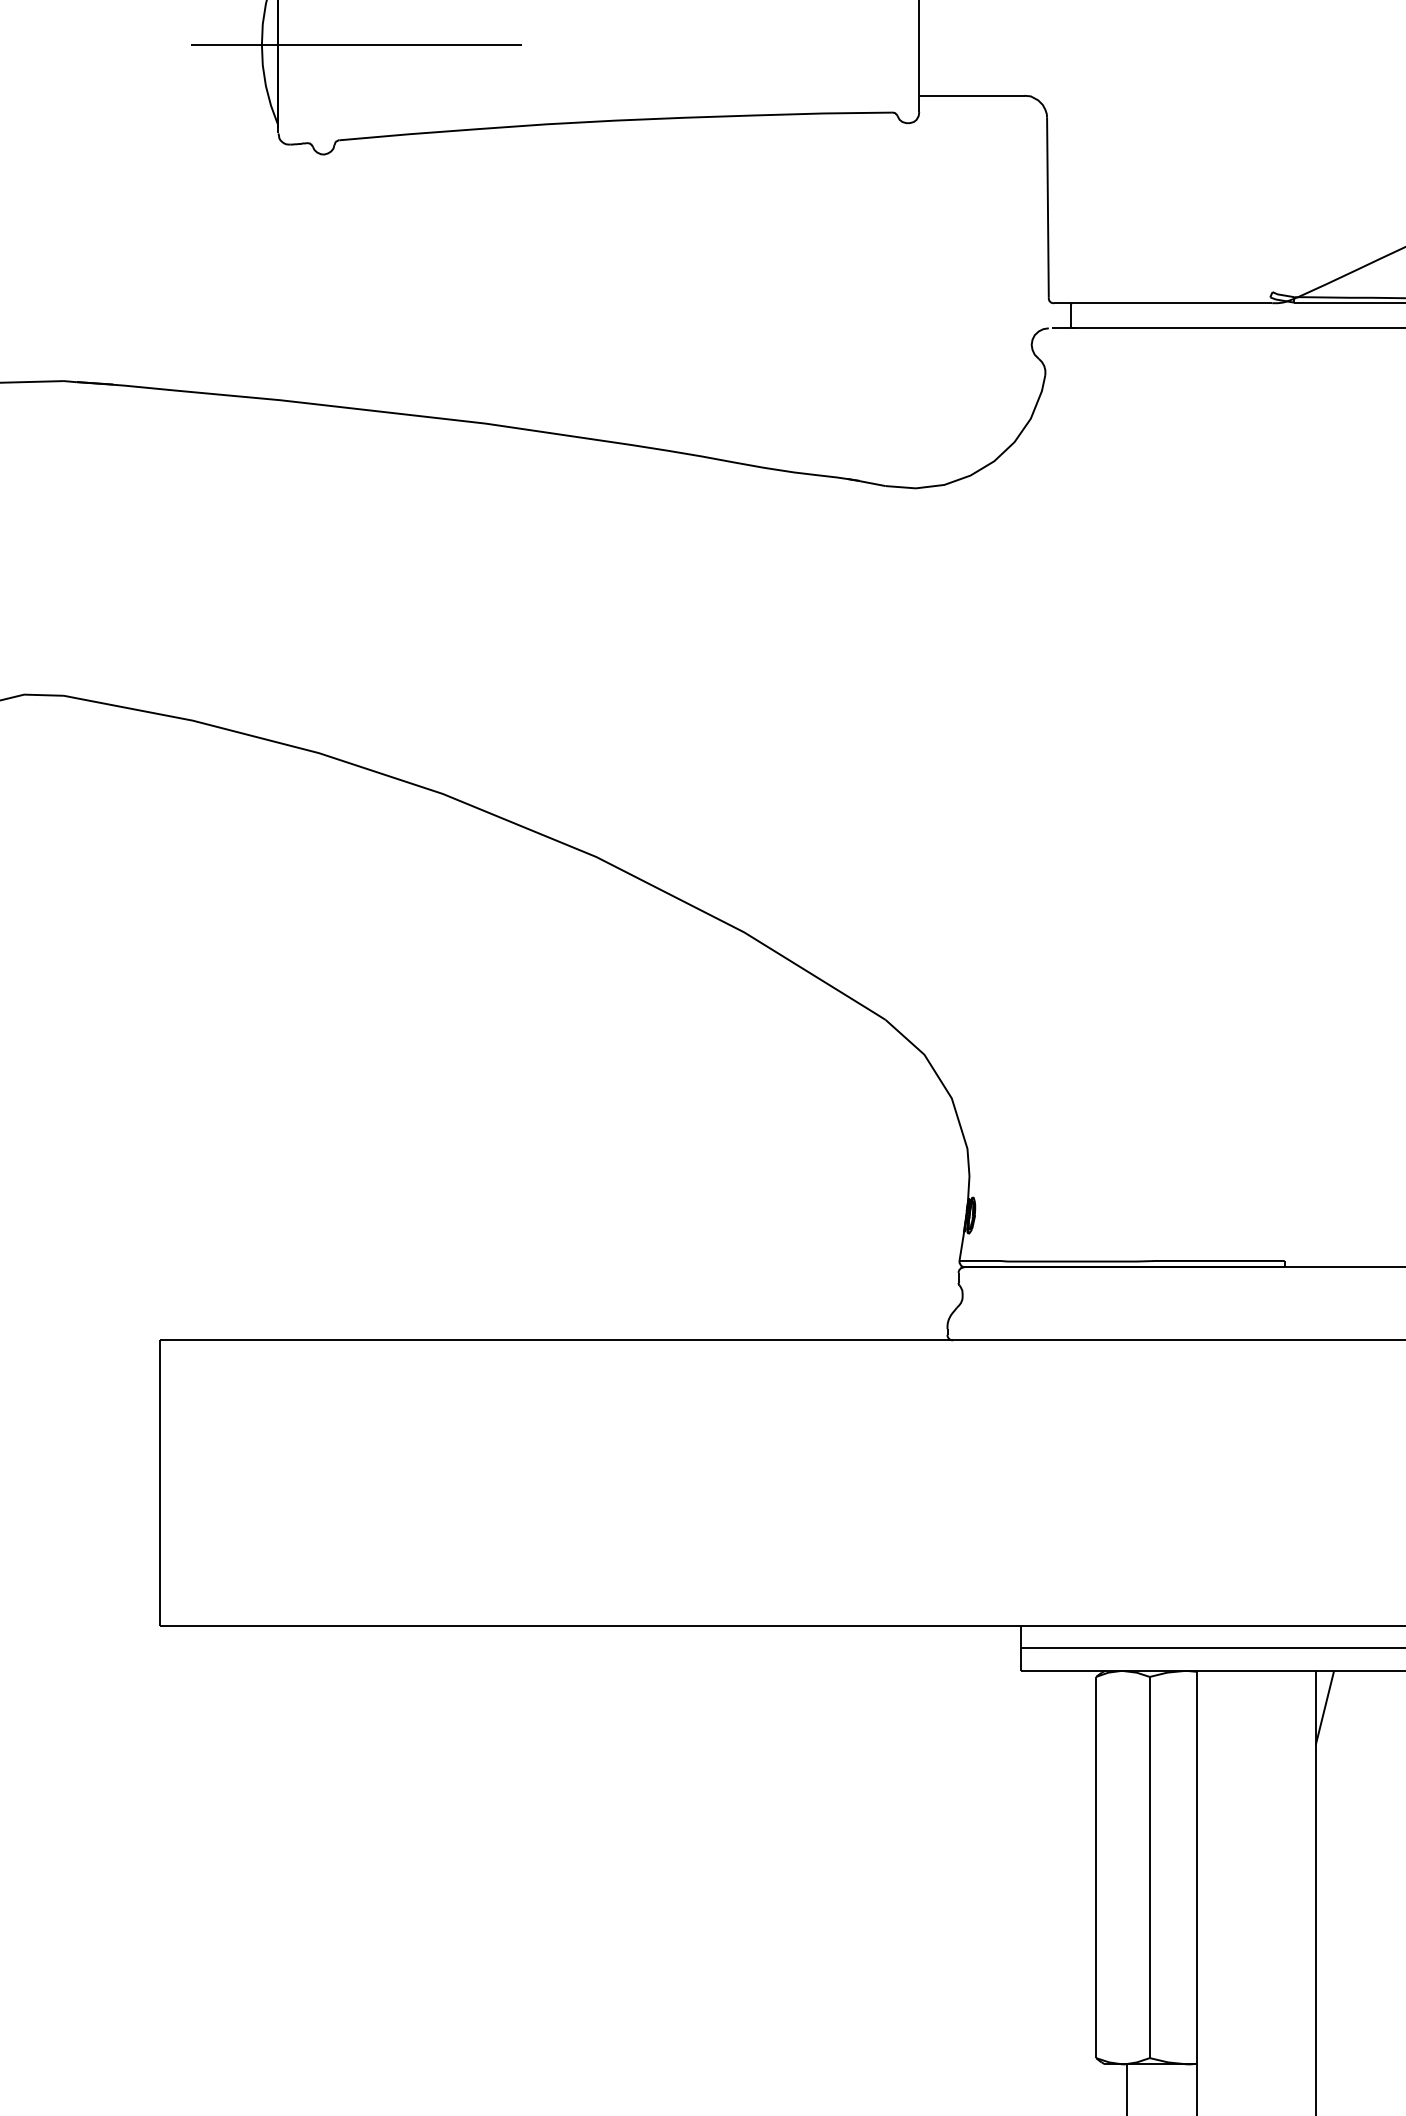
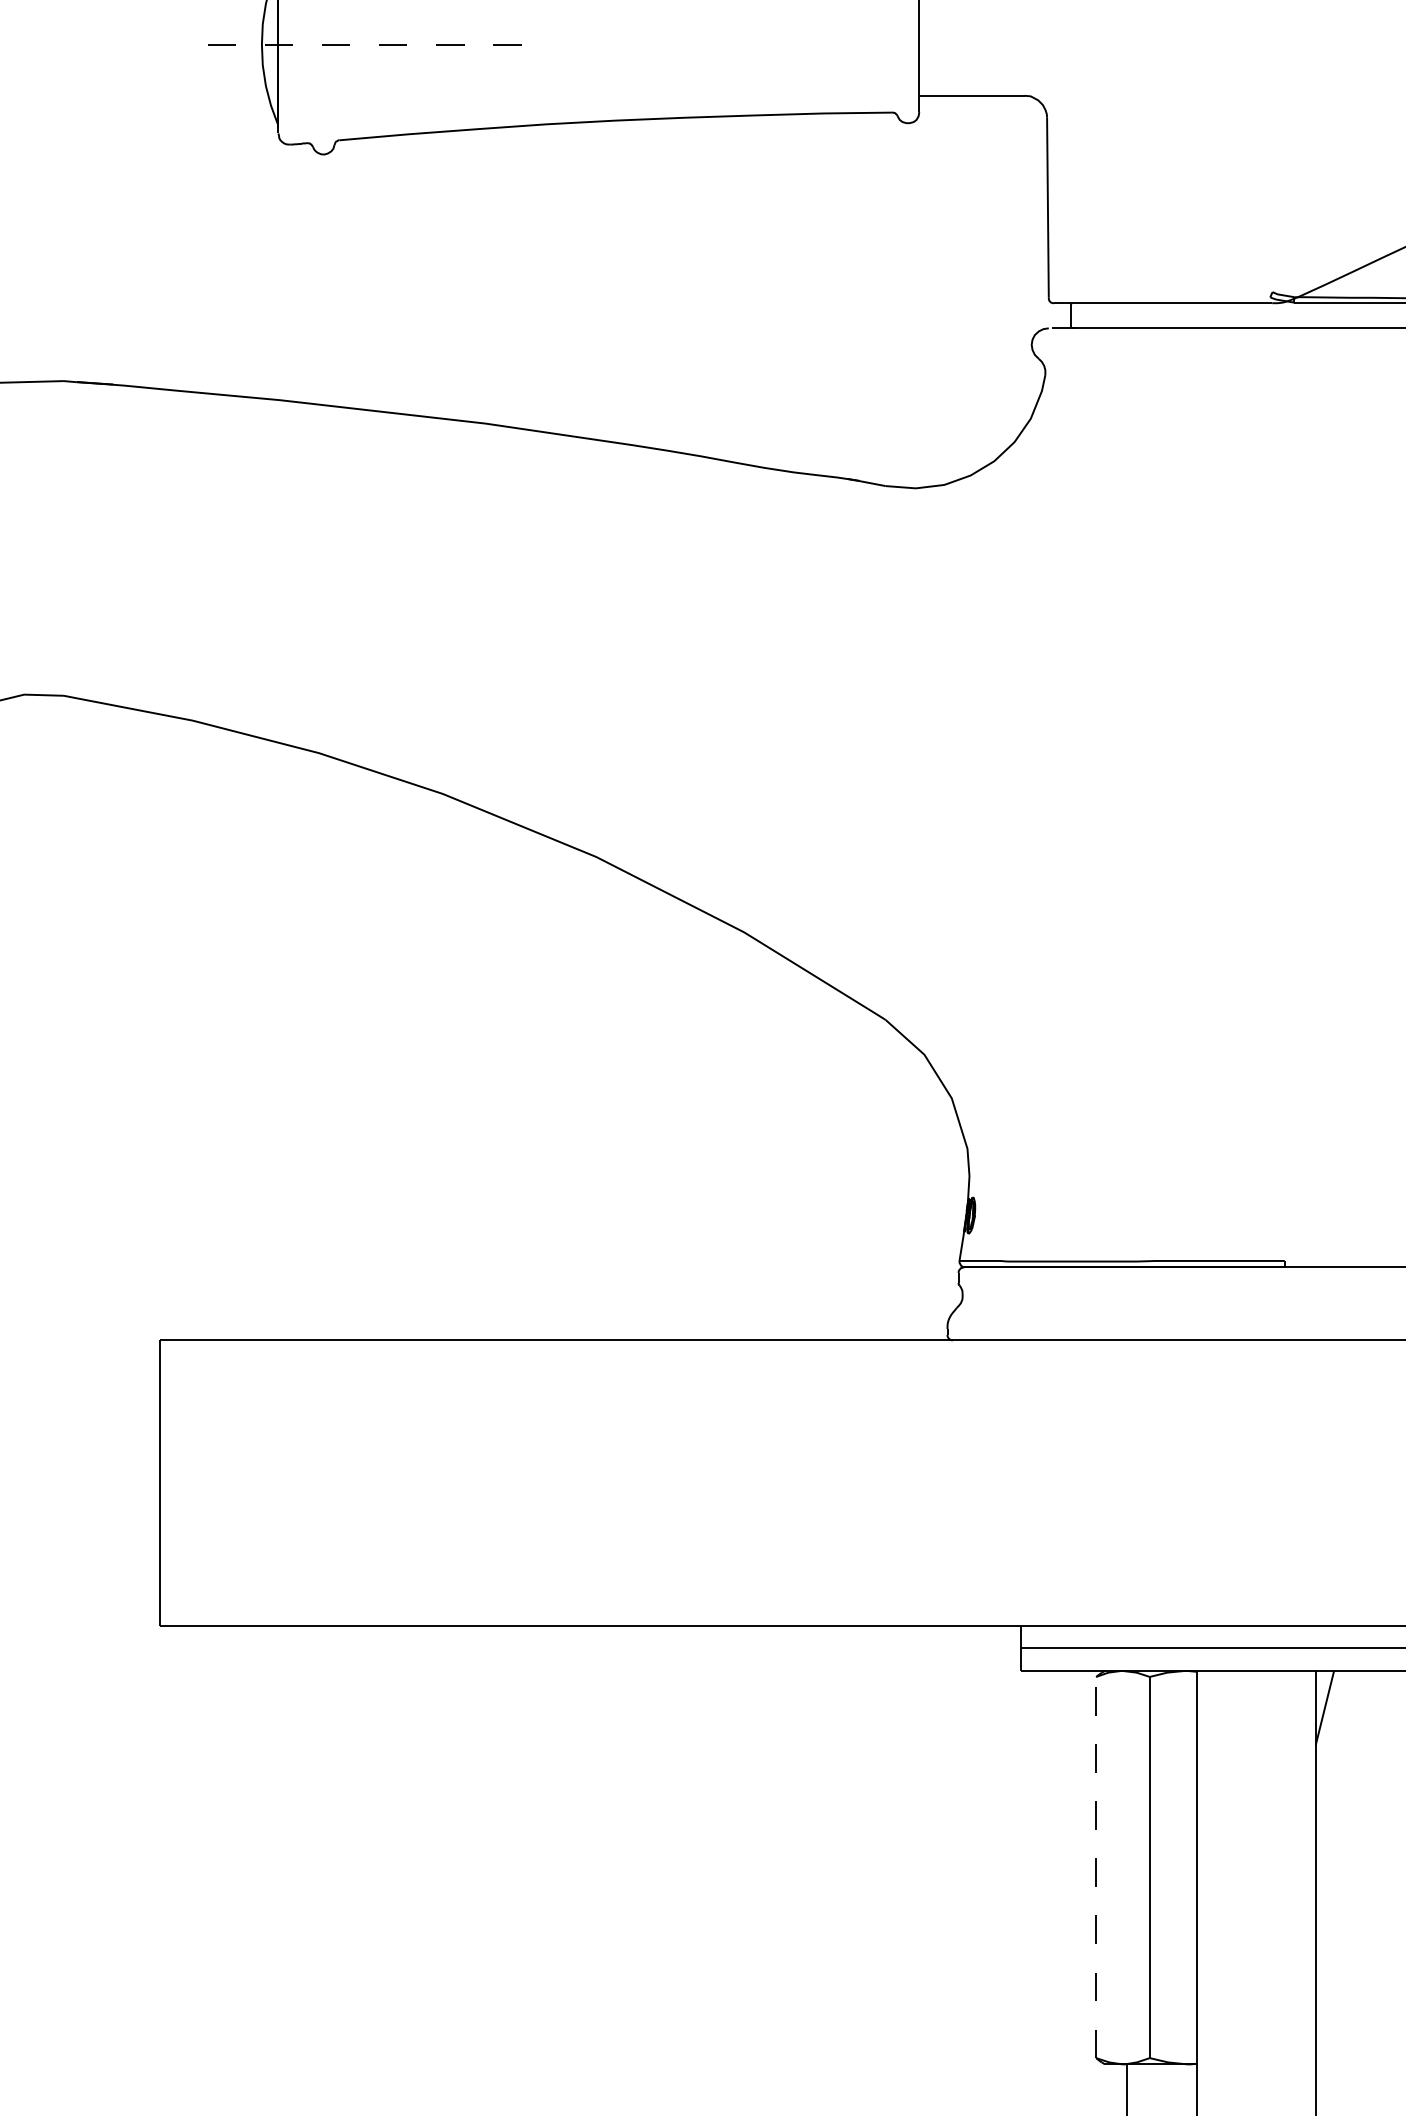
line at (355, 44): solid -> dashed
line at (1096, 1867): solid -> dashed
